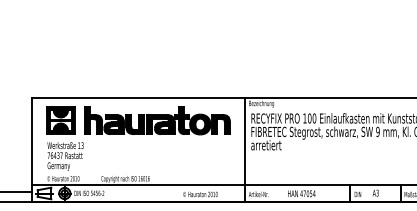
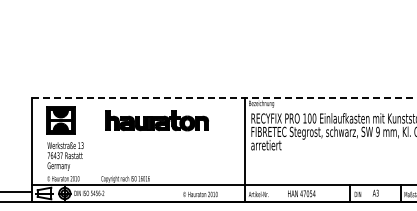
line at (224, 98): solid -> dashed
part at (157, 120) size: 147x30 px -> 104x22 px
